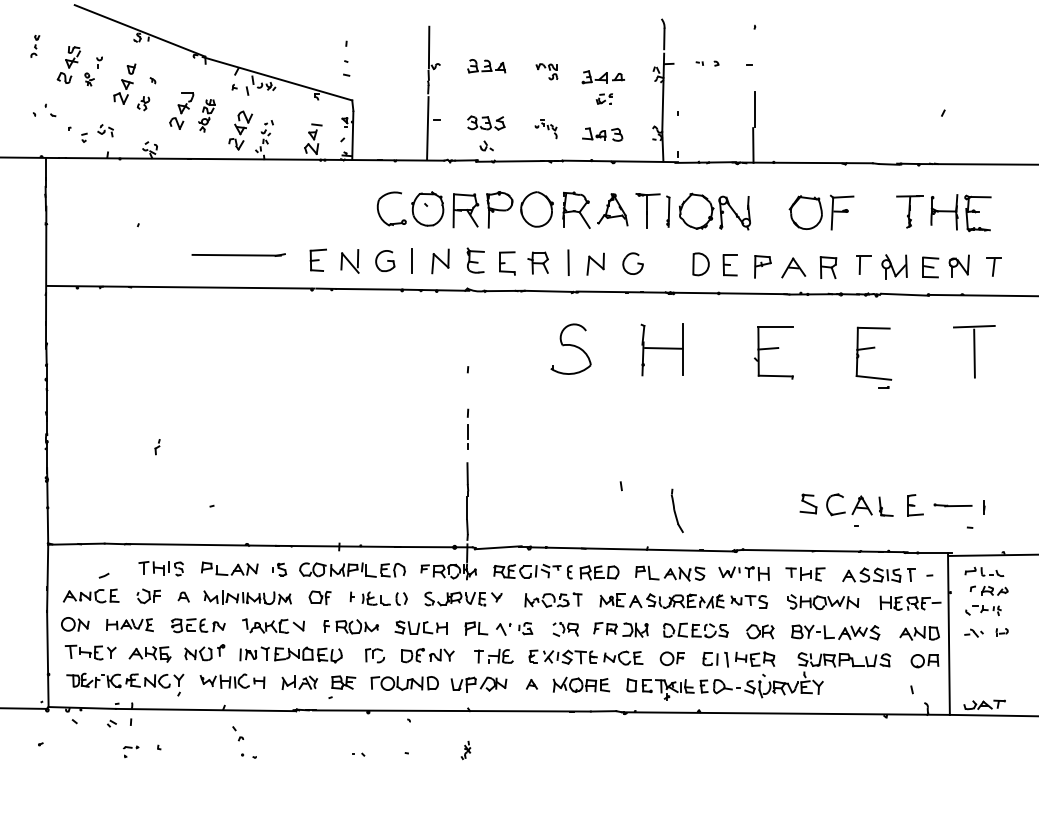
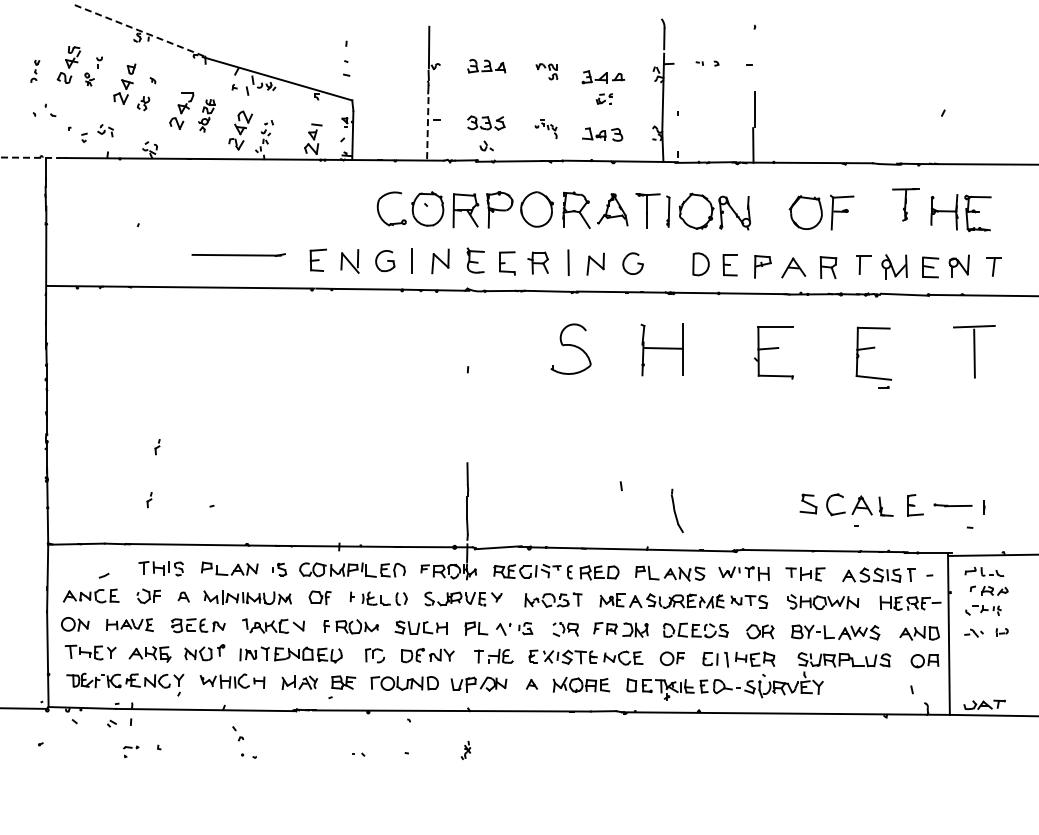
line at (140, 31): solid -> dashed
part at (35, 45) position: (35, 45) -> (35, 70)
line at (427, 129): solid -> dashed
line at (30, 157): solid -> dashed
part at (909, 211) position: (909, 211) -> (905, 204)
part at (467, 428): present -> none
part at (149, 500): none -> present
